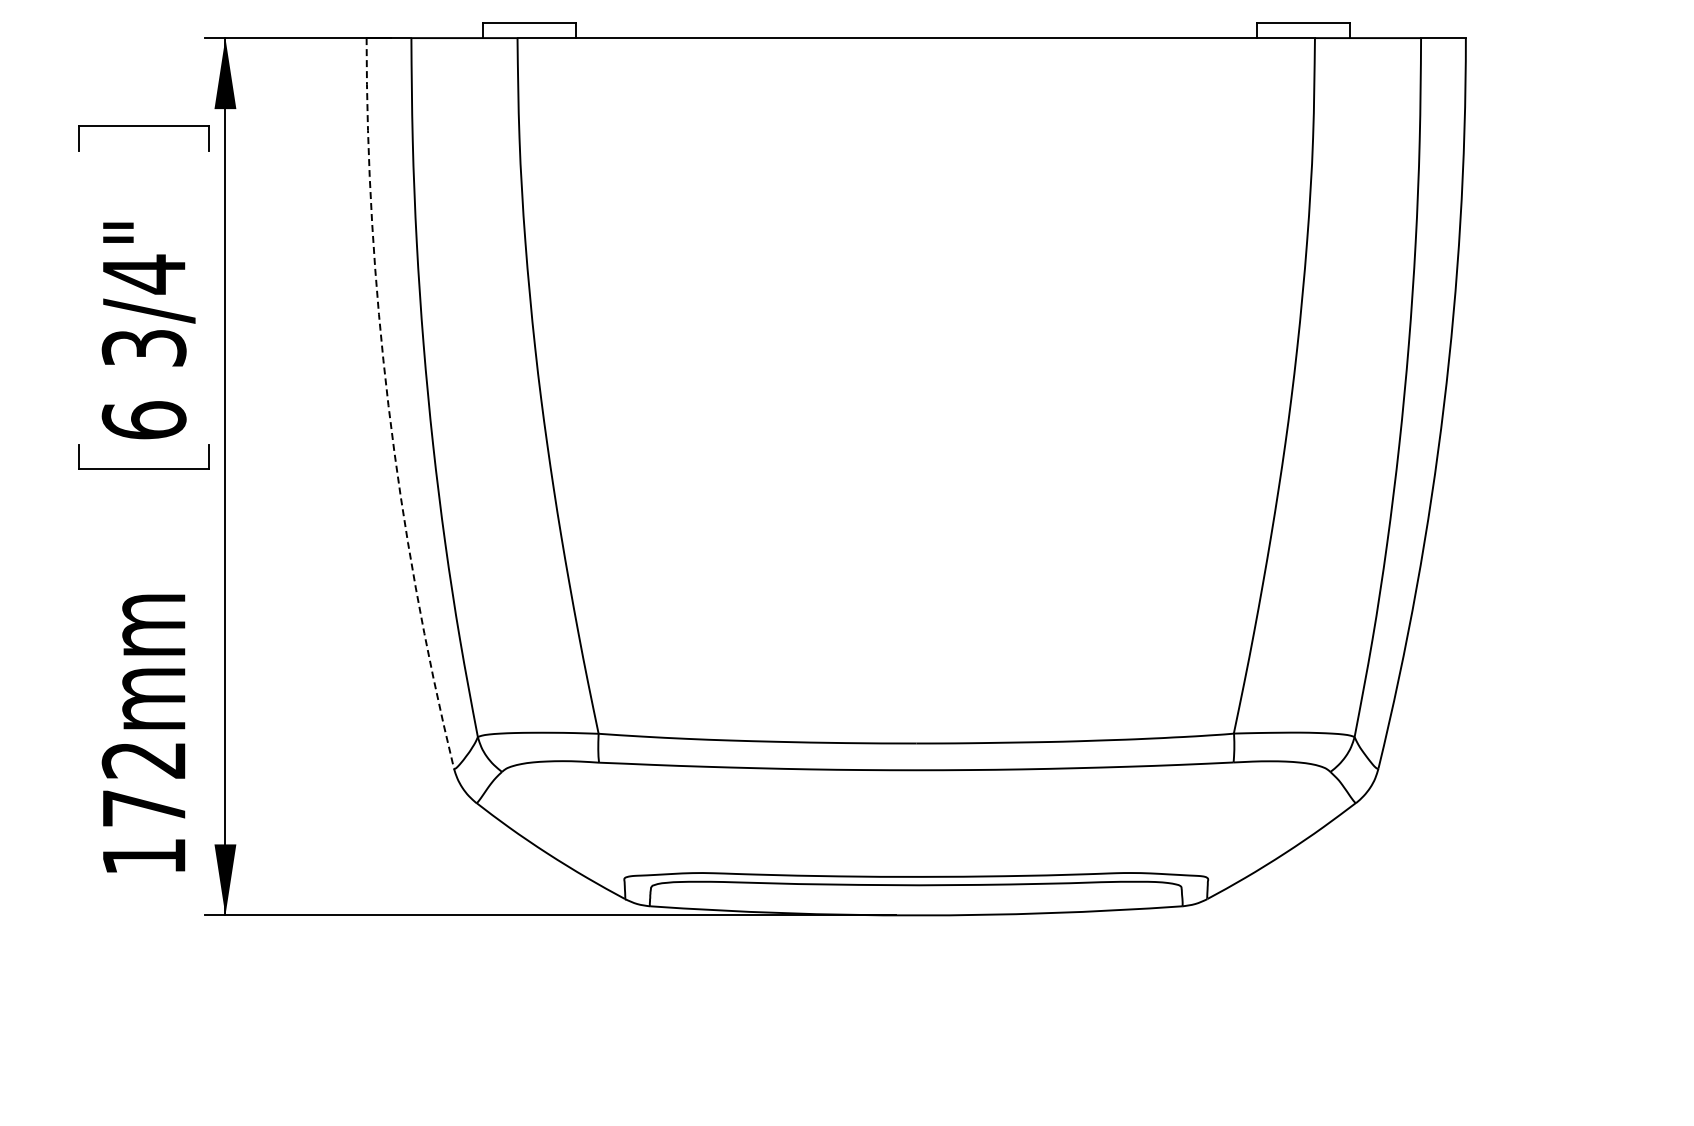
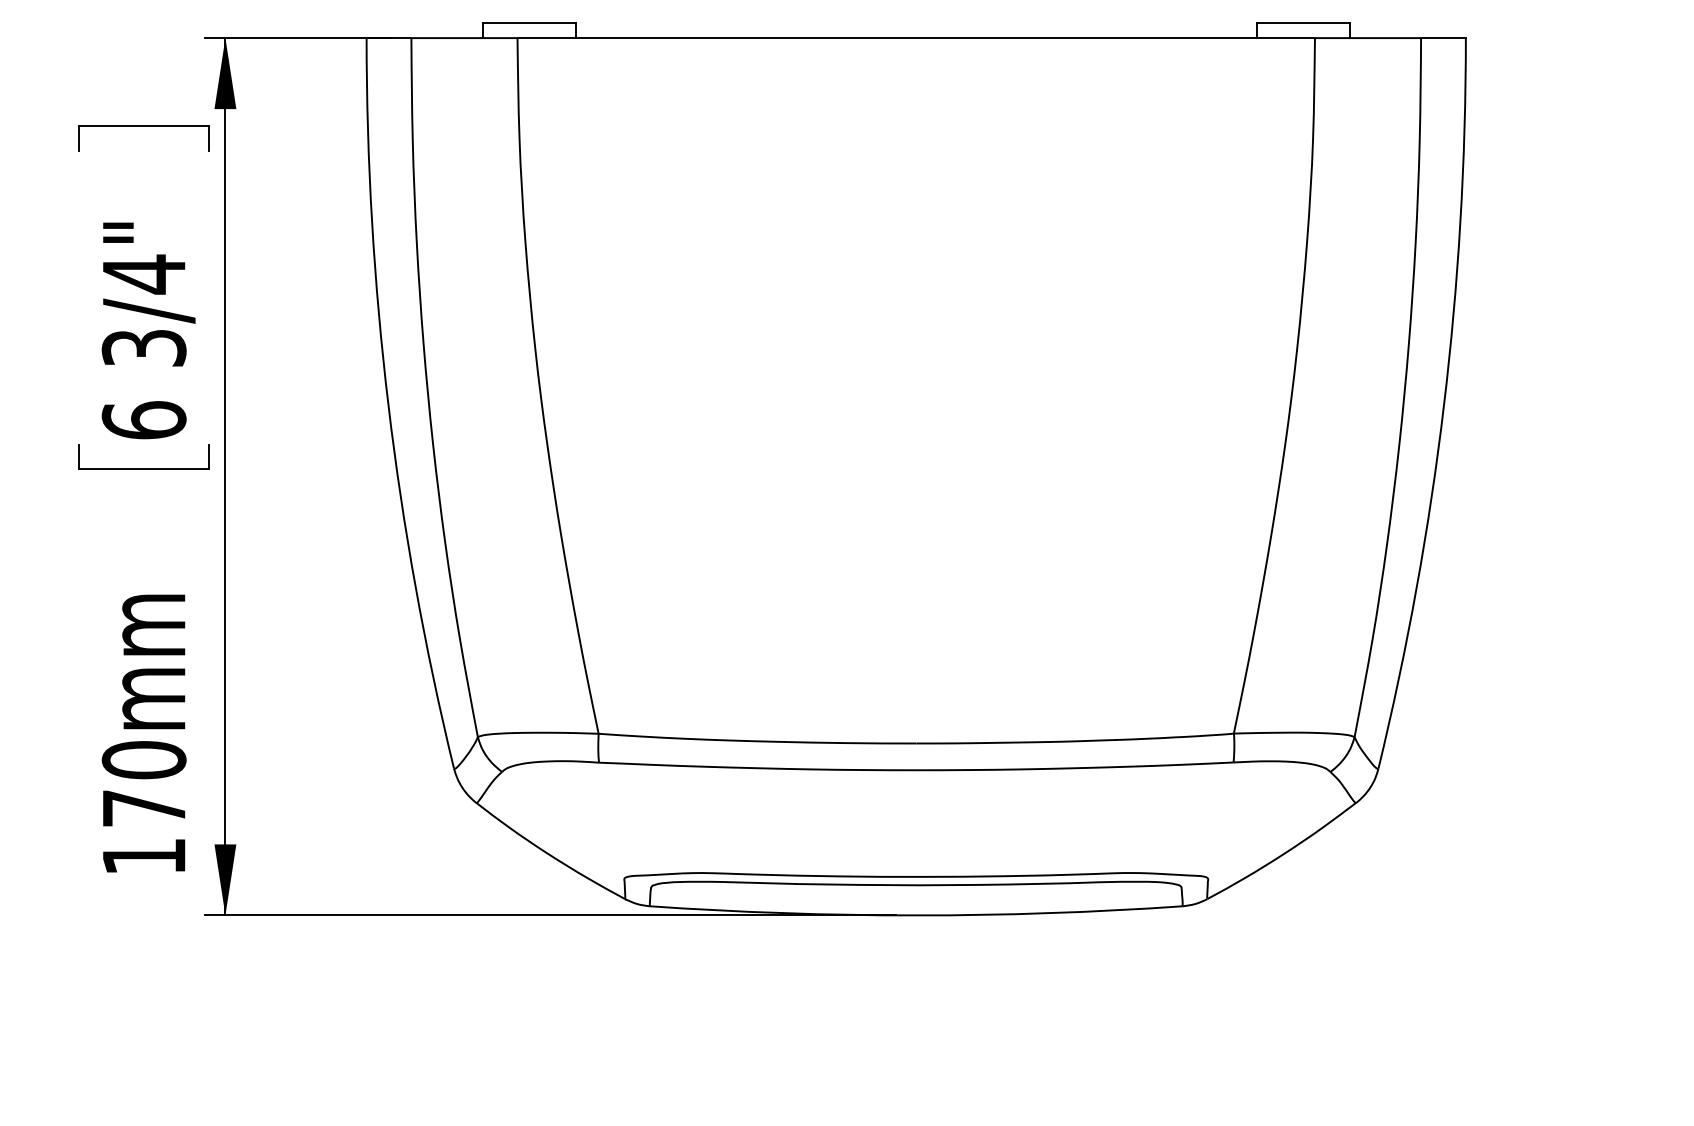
arc at (388, 405): dashed -> solid
text at (143, 760): 172mm -> 170mm
